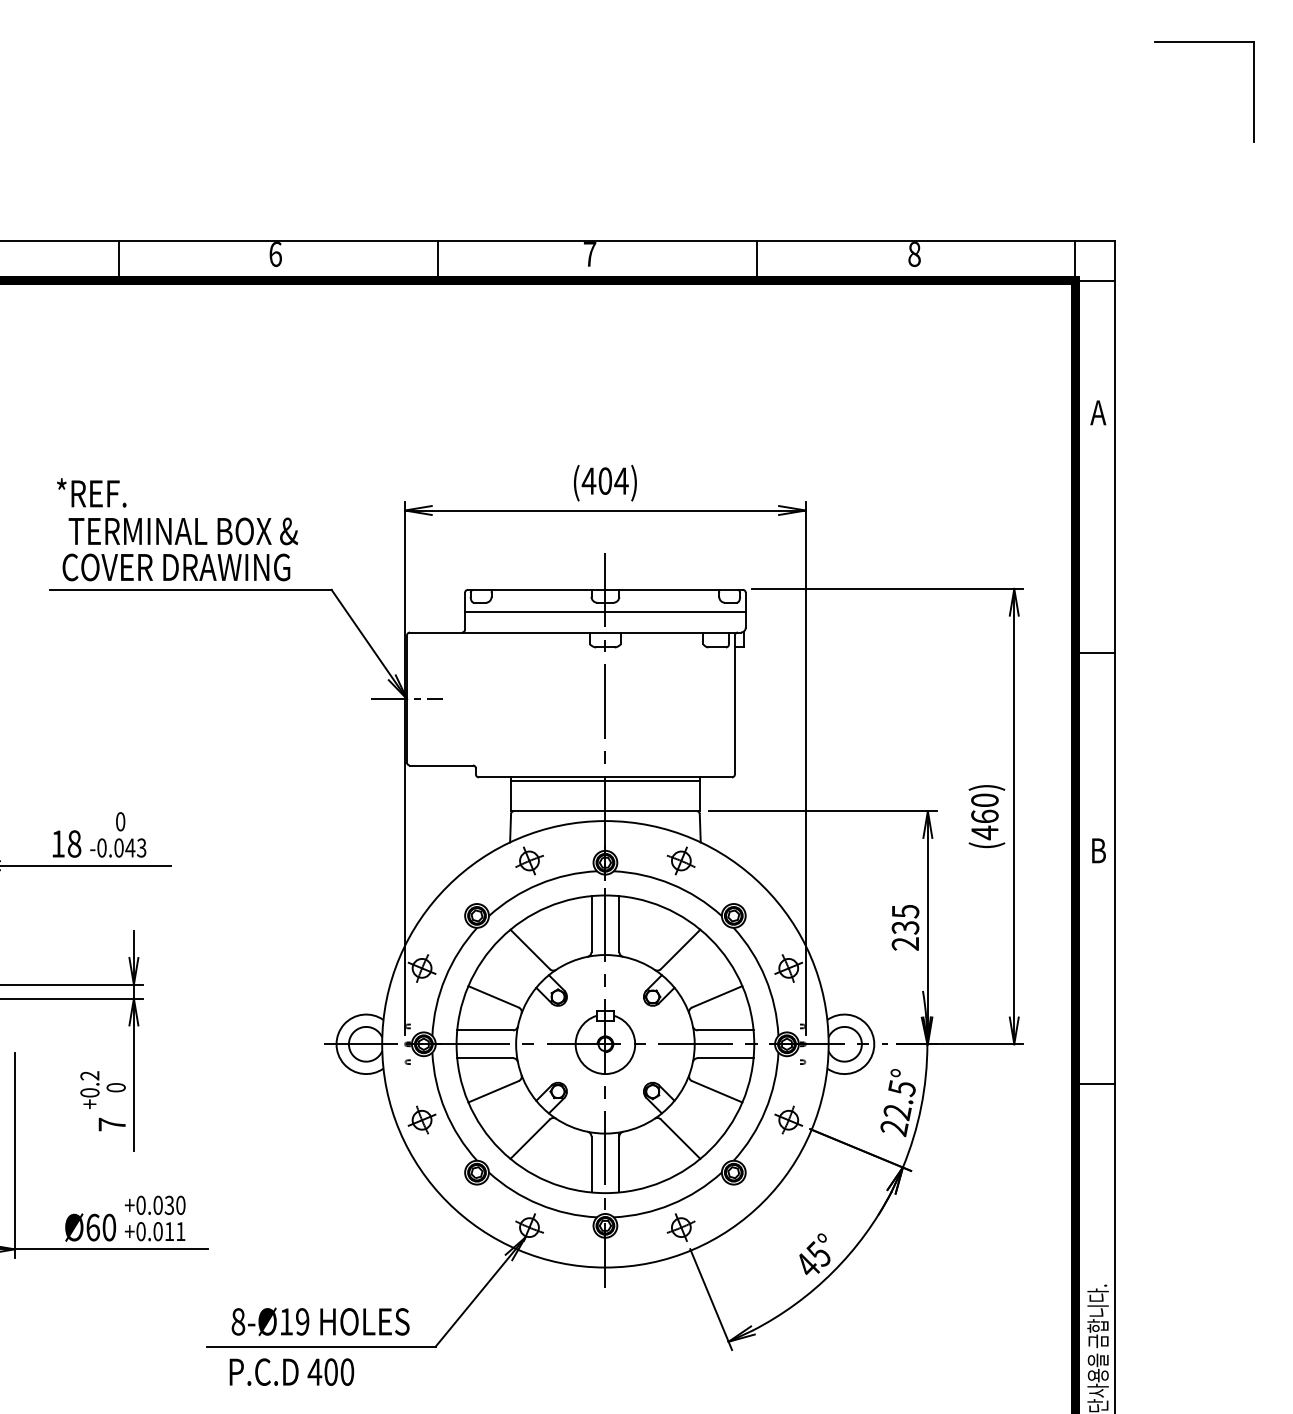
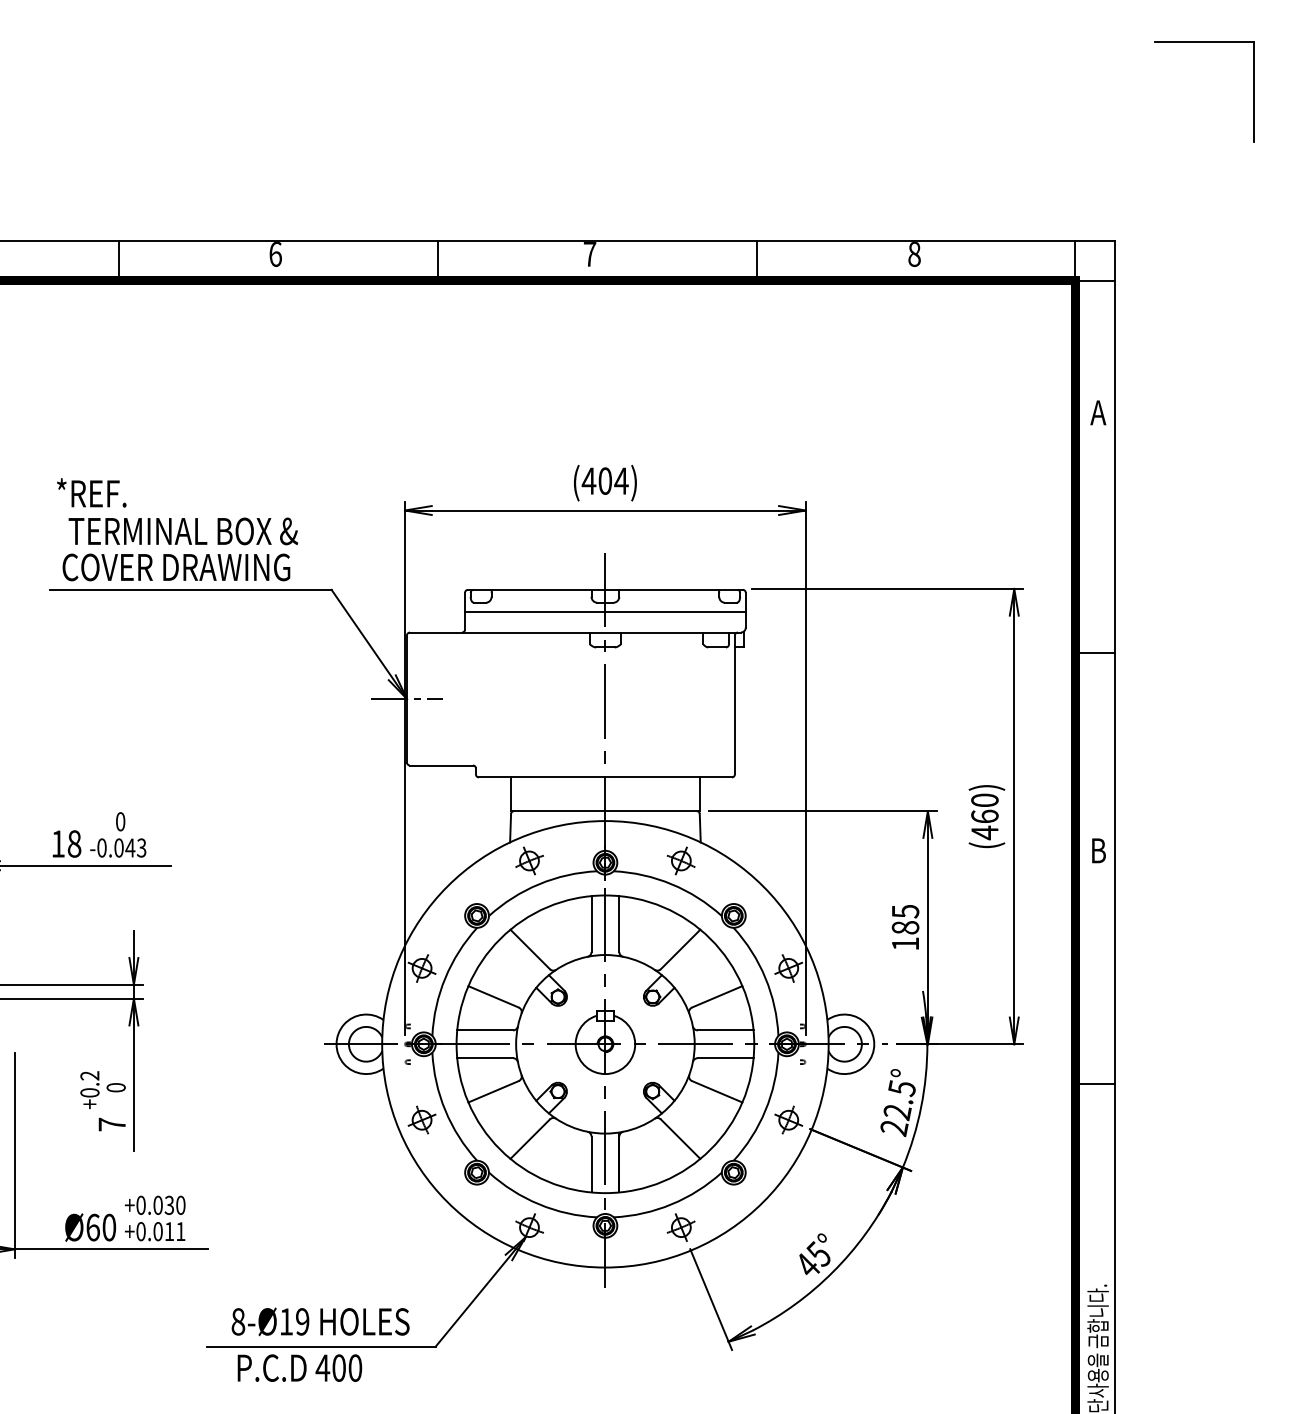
line at (605, 781): present -> none
text at (905, 935): 235 -> 185
text at (291, 1371) position: (291, 1371) -> (299, 1367)
